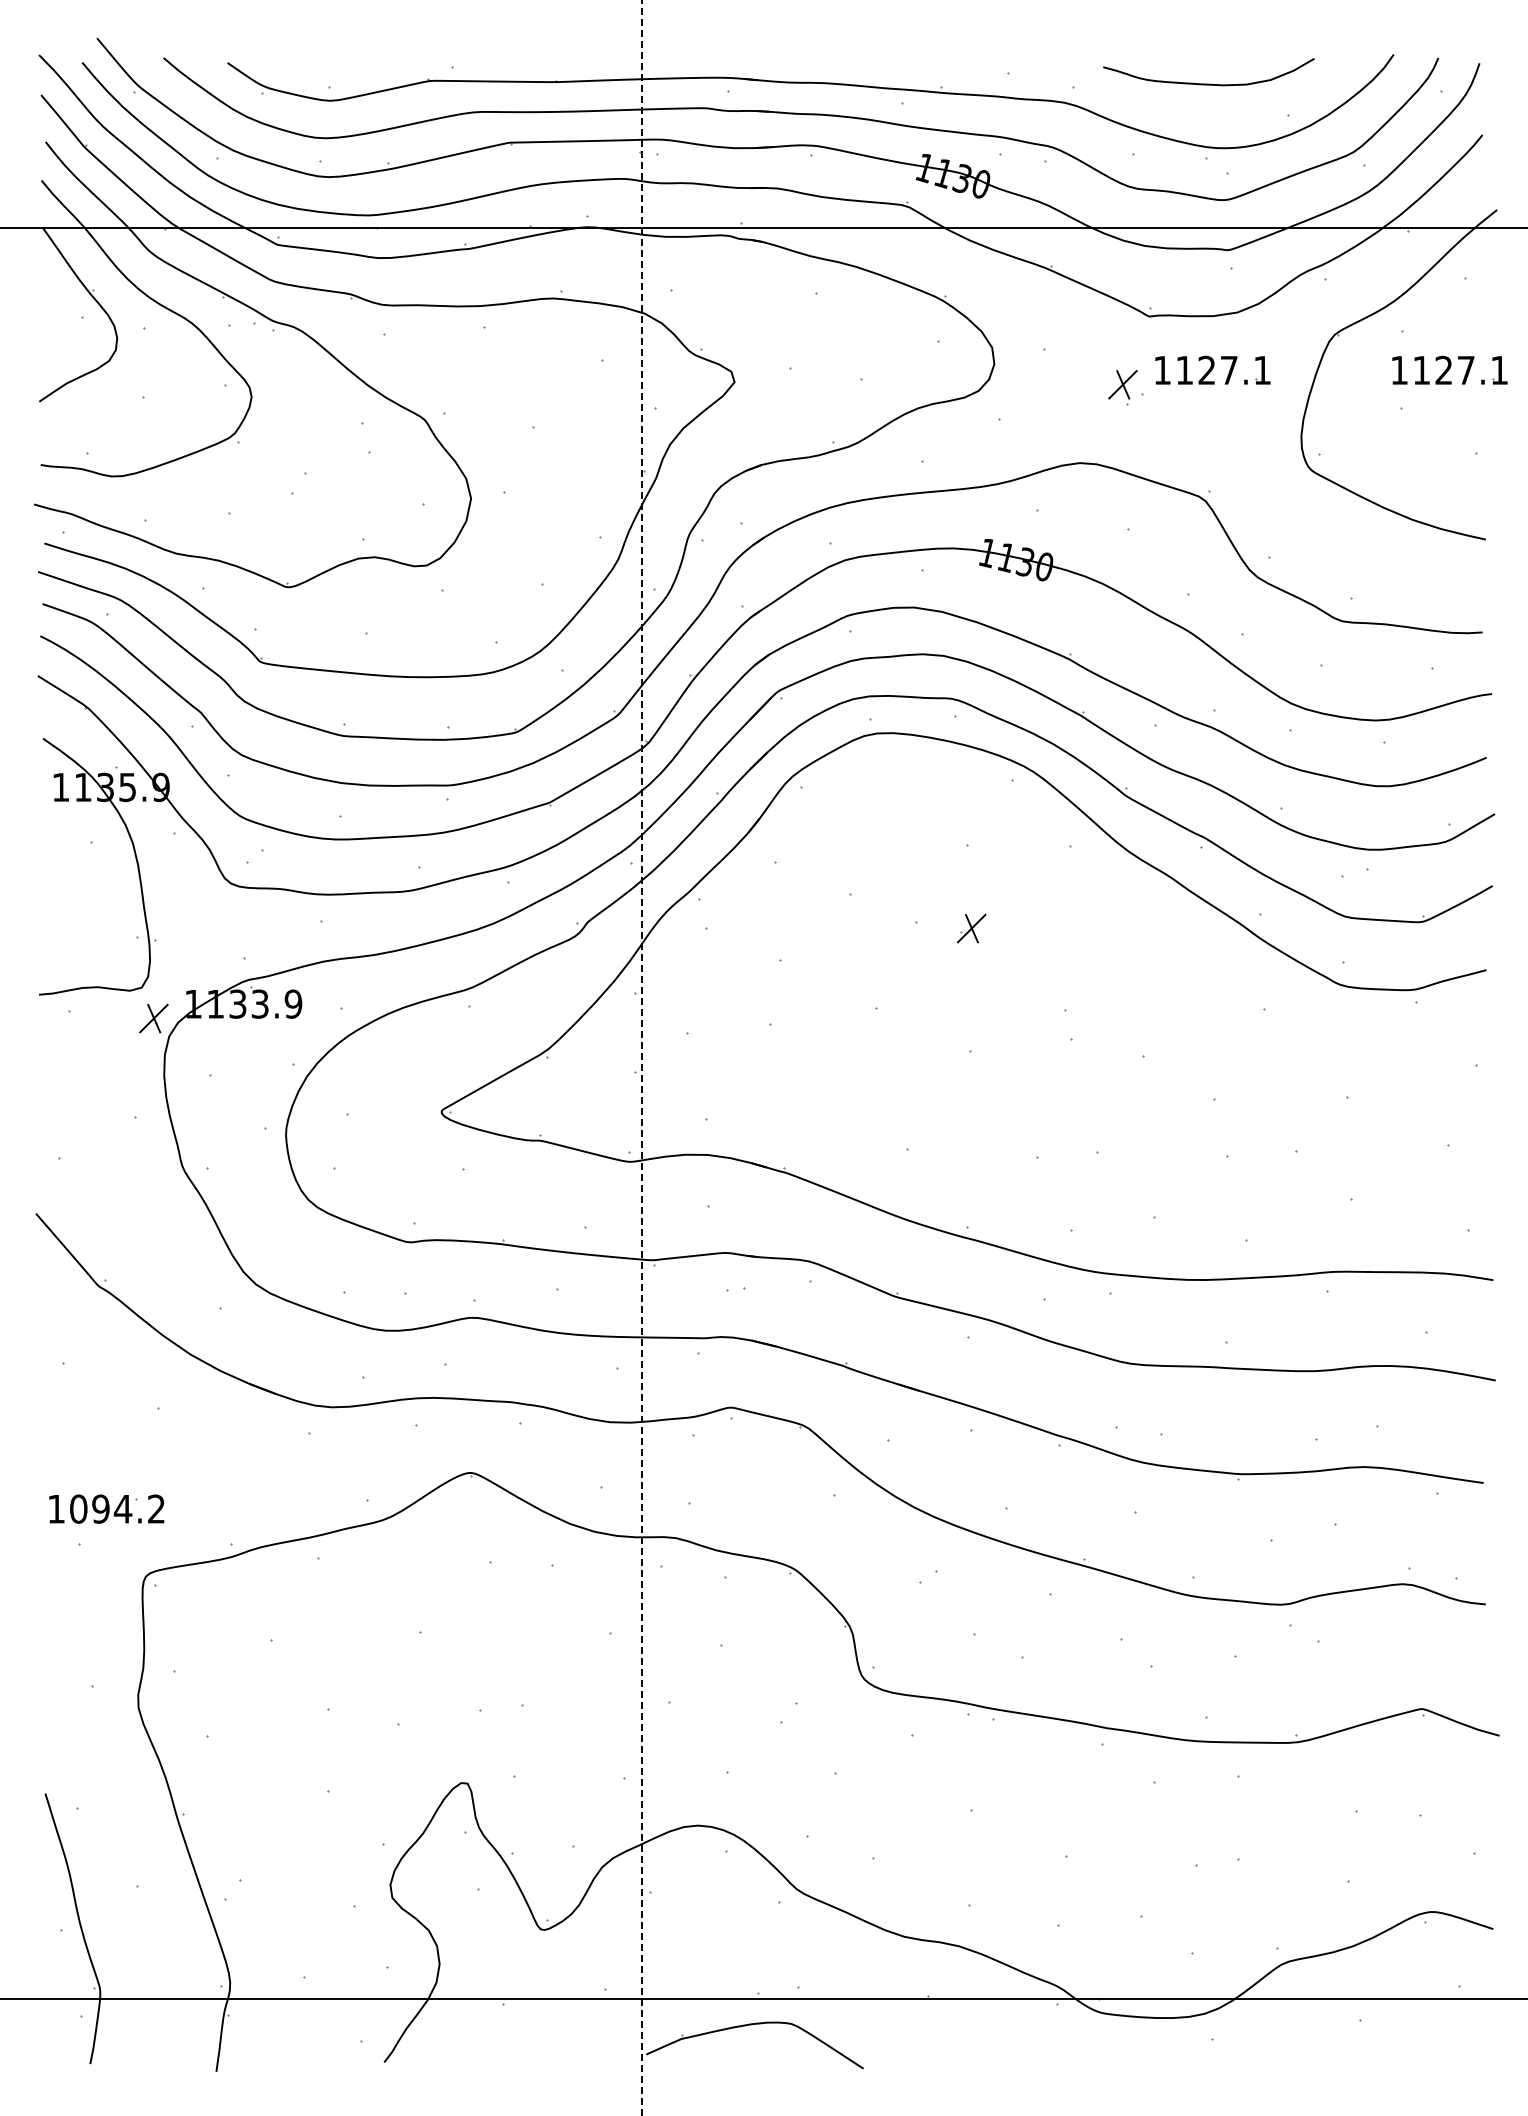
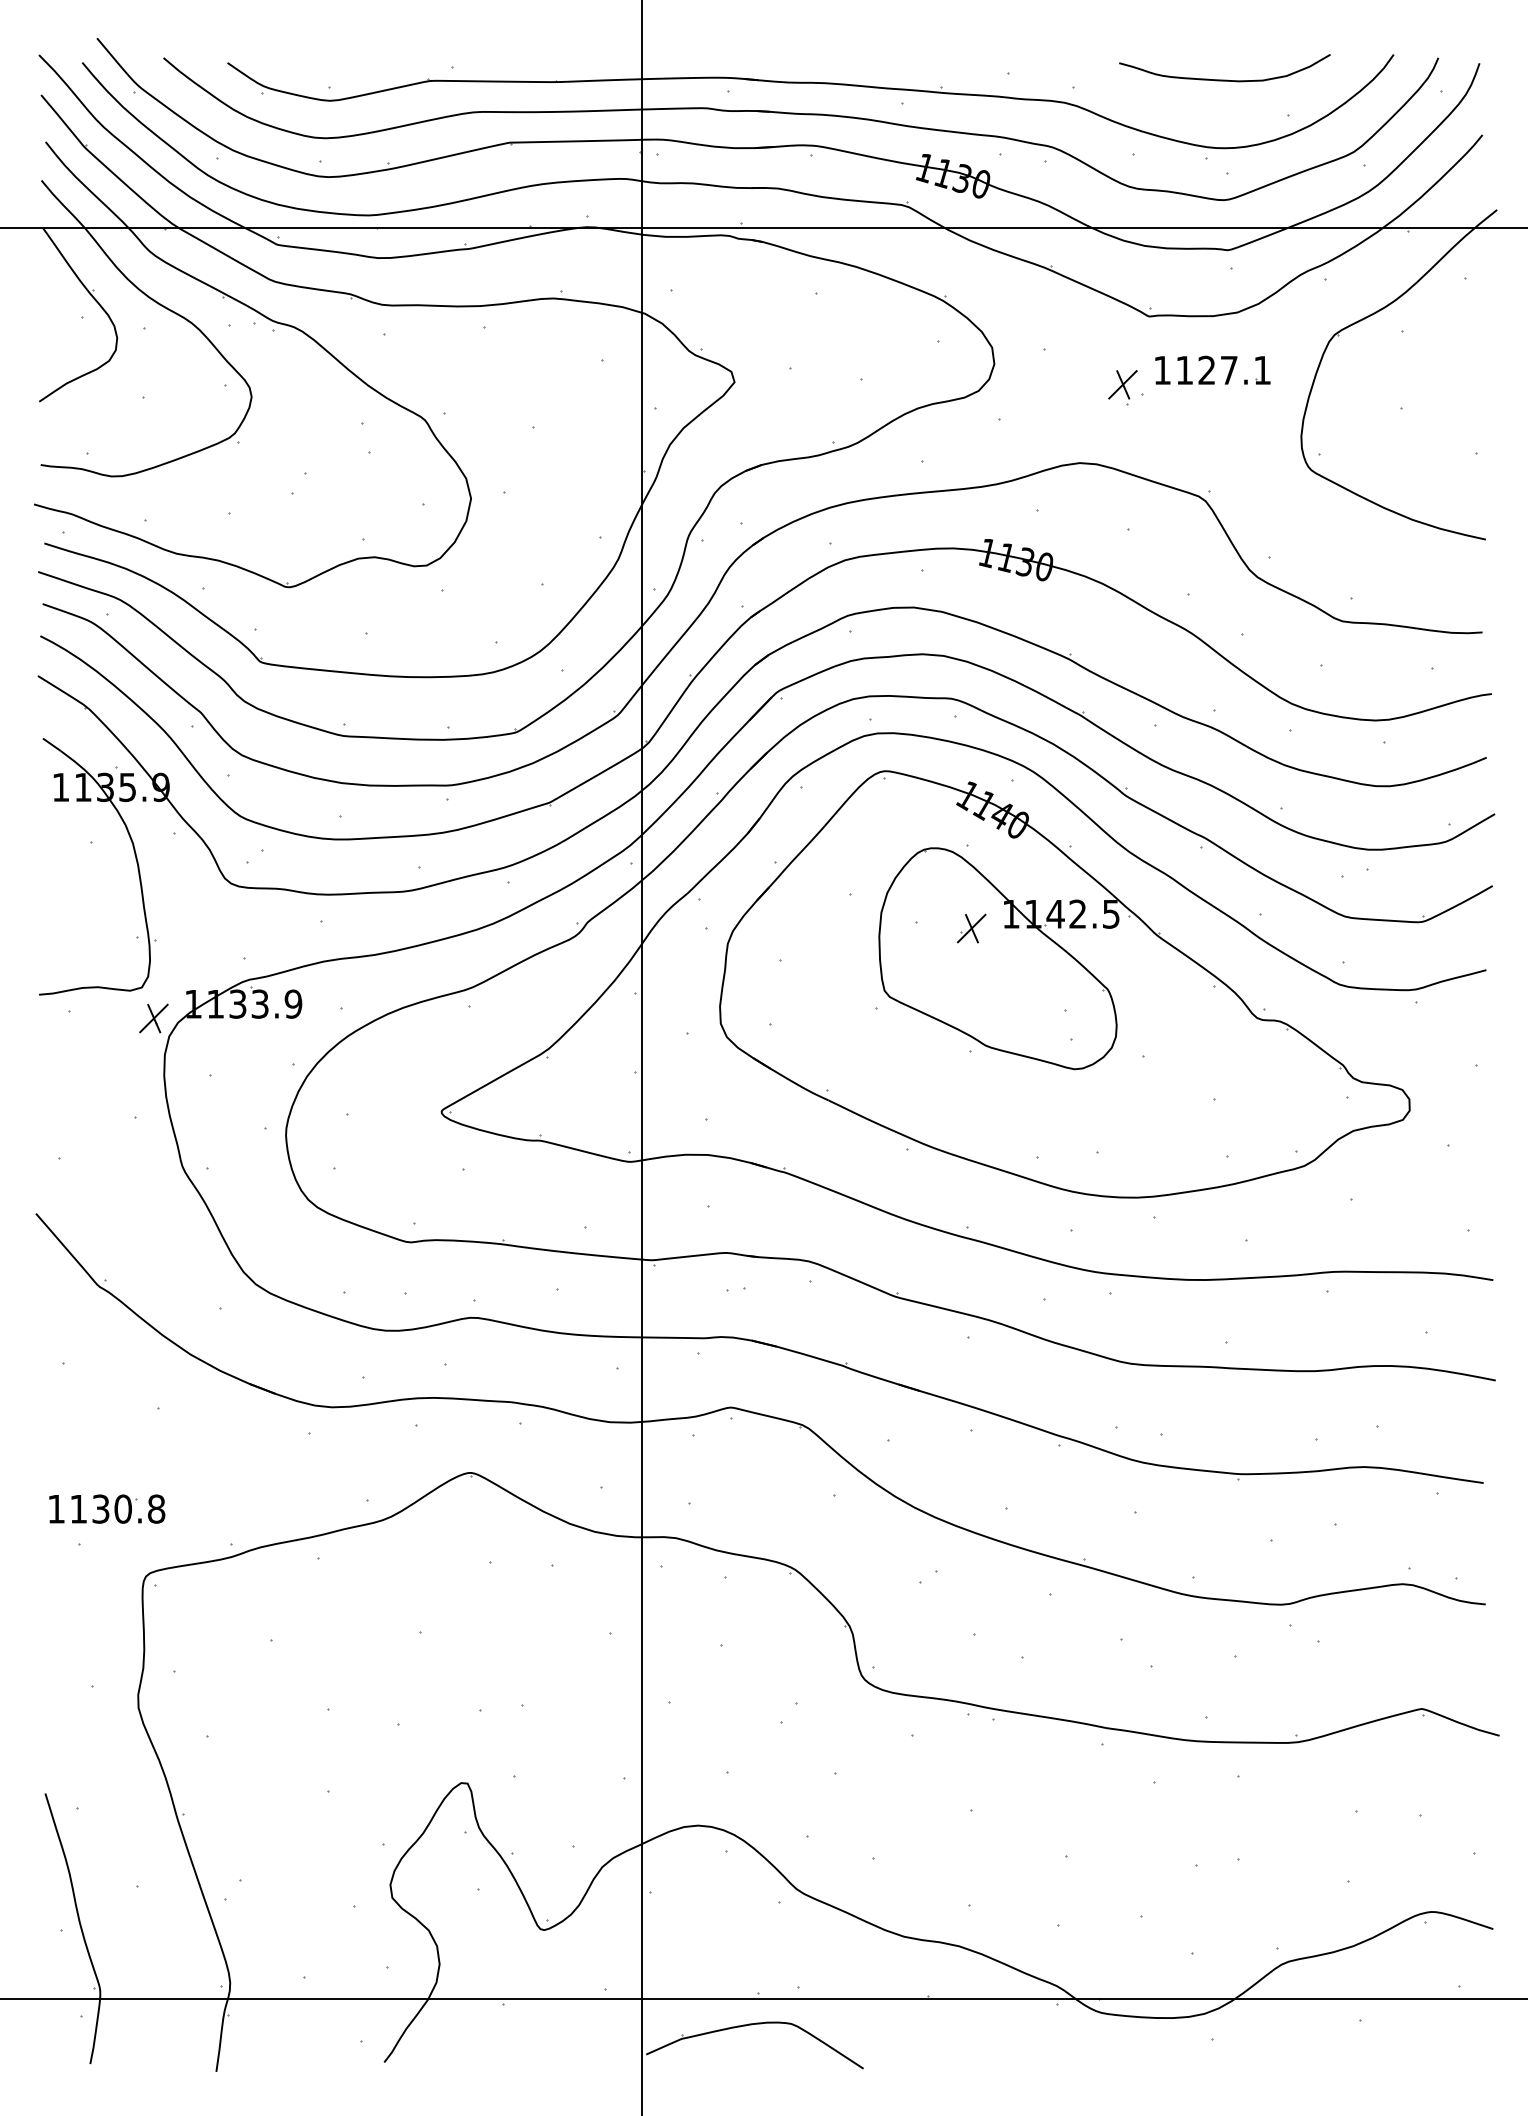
curve at (1208, 83) position: (1208, 83) -> (1224, 79)
part at (1449, 369): present -> none
part at (1064, 984): none -> present
line at (642, 1058): dashed -> solid
text at (117, 1508): 1094.2 -> 1130.8
